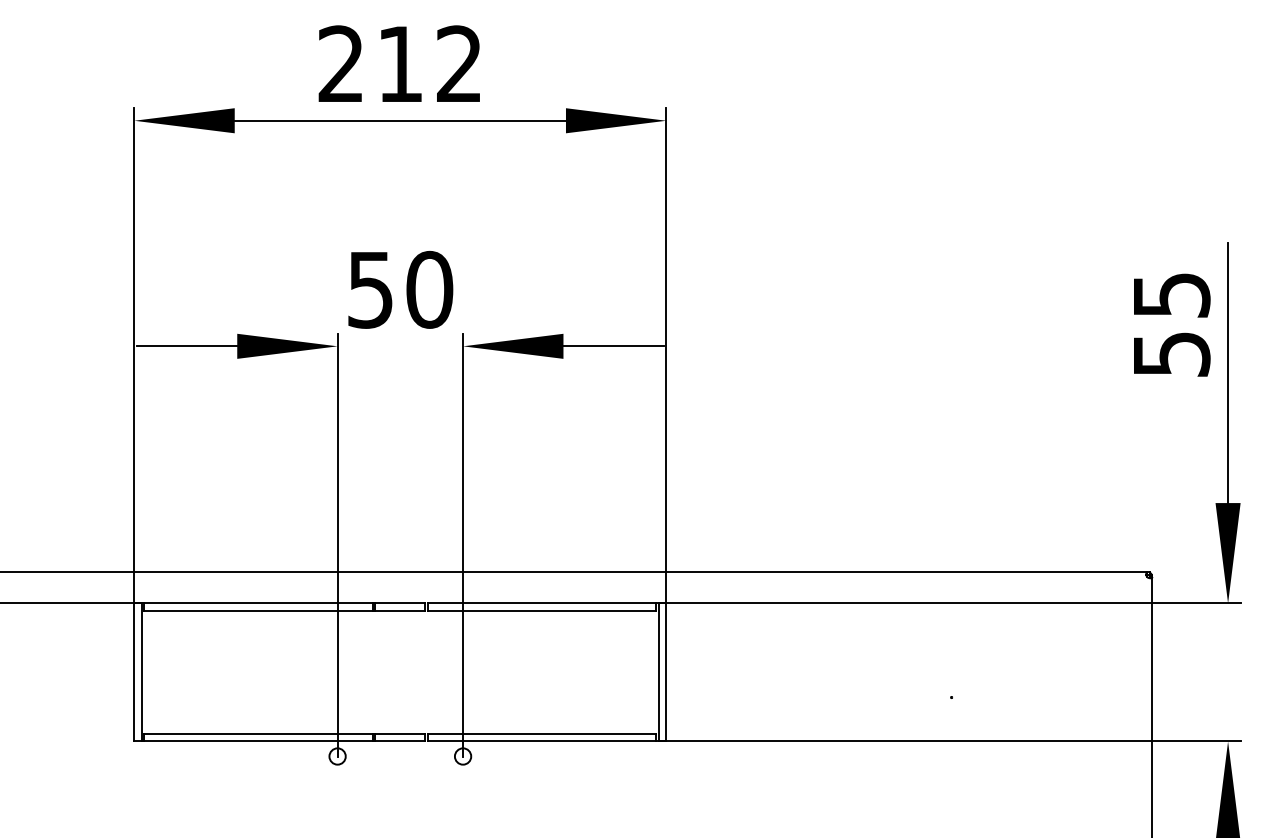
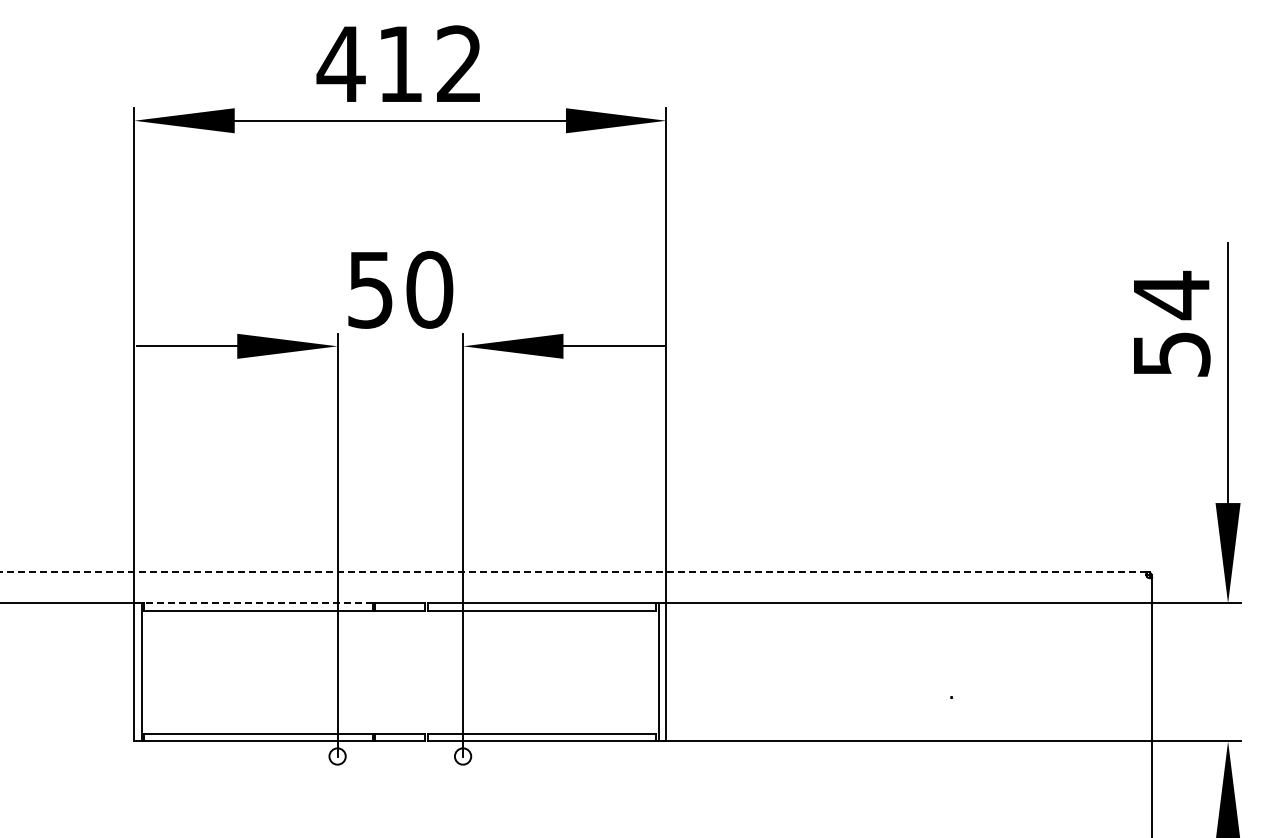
text at (340, 63): 212 -> 412
text at (1172, 295): 55 -> 54
line at (573, 572): solid -> dashed
line at (258, 603): solid -> dashed
